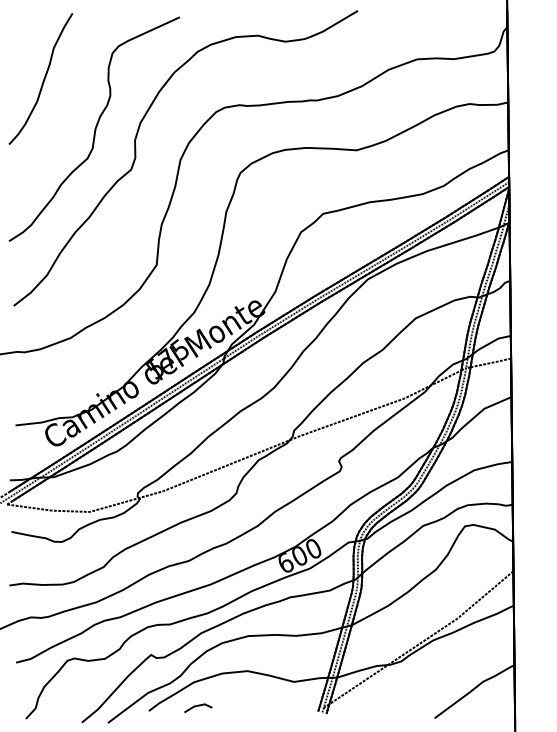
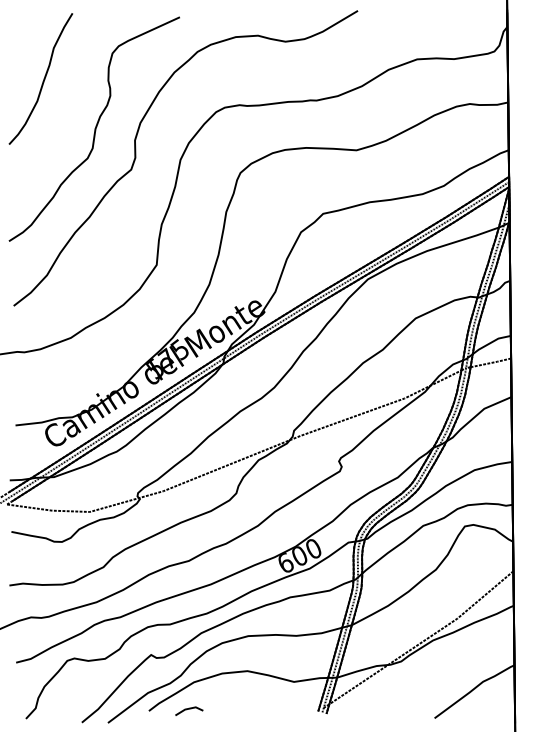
line at (198, 706) position: (198, 706) -> (189, 709)
